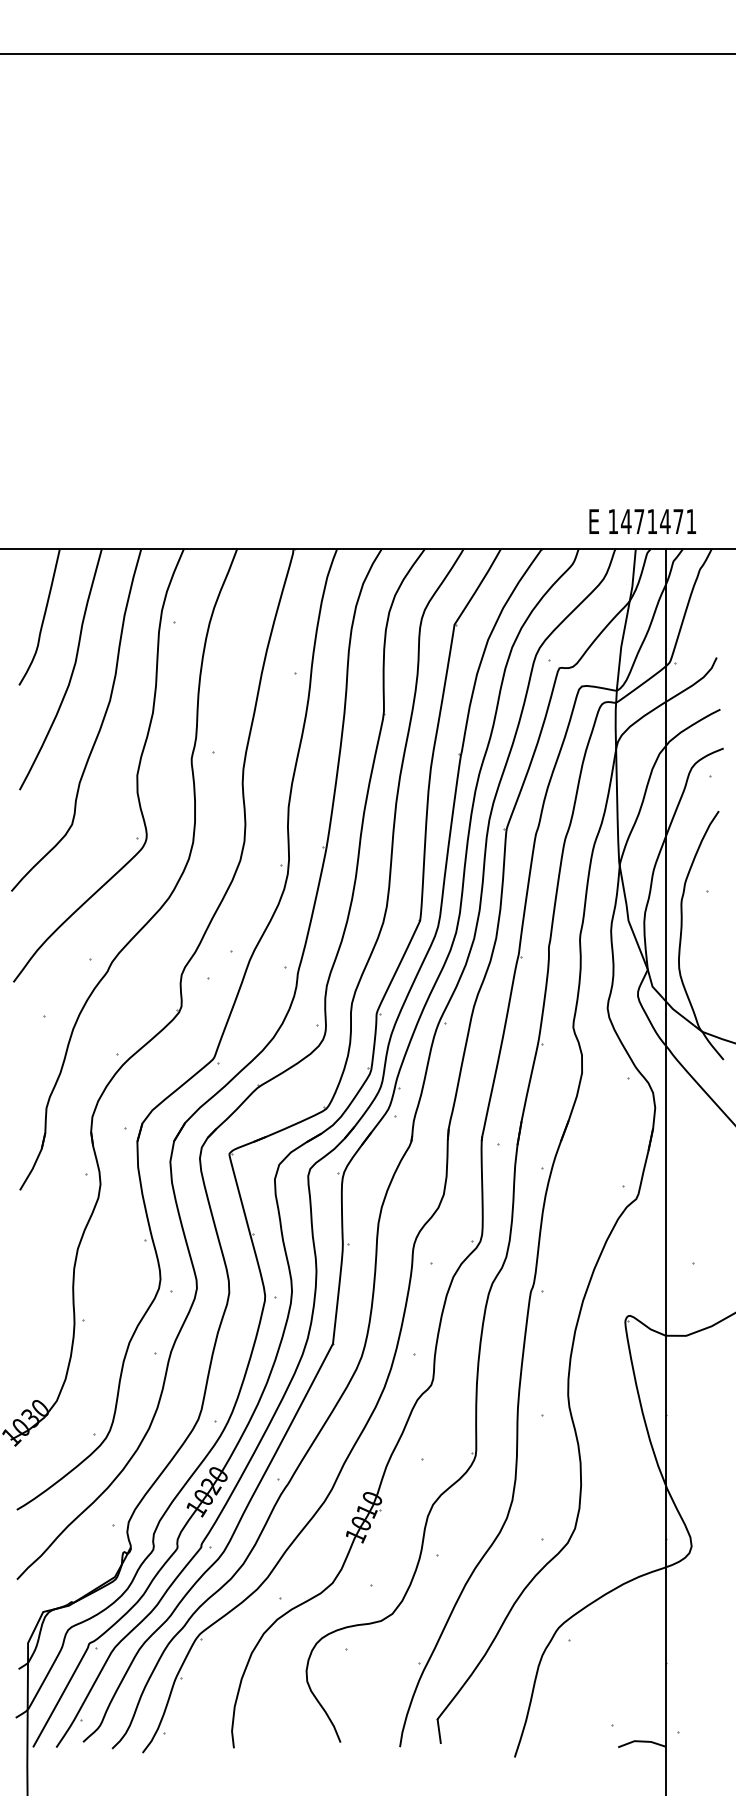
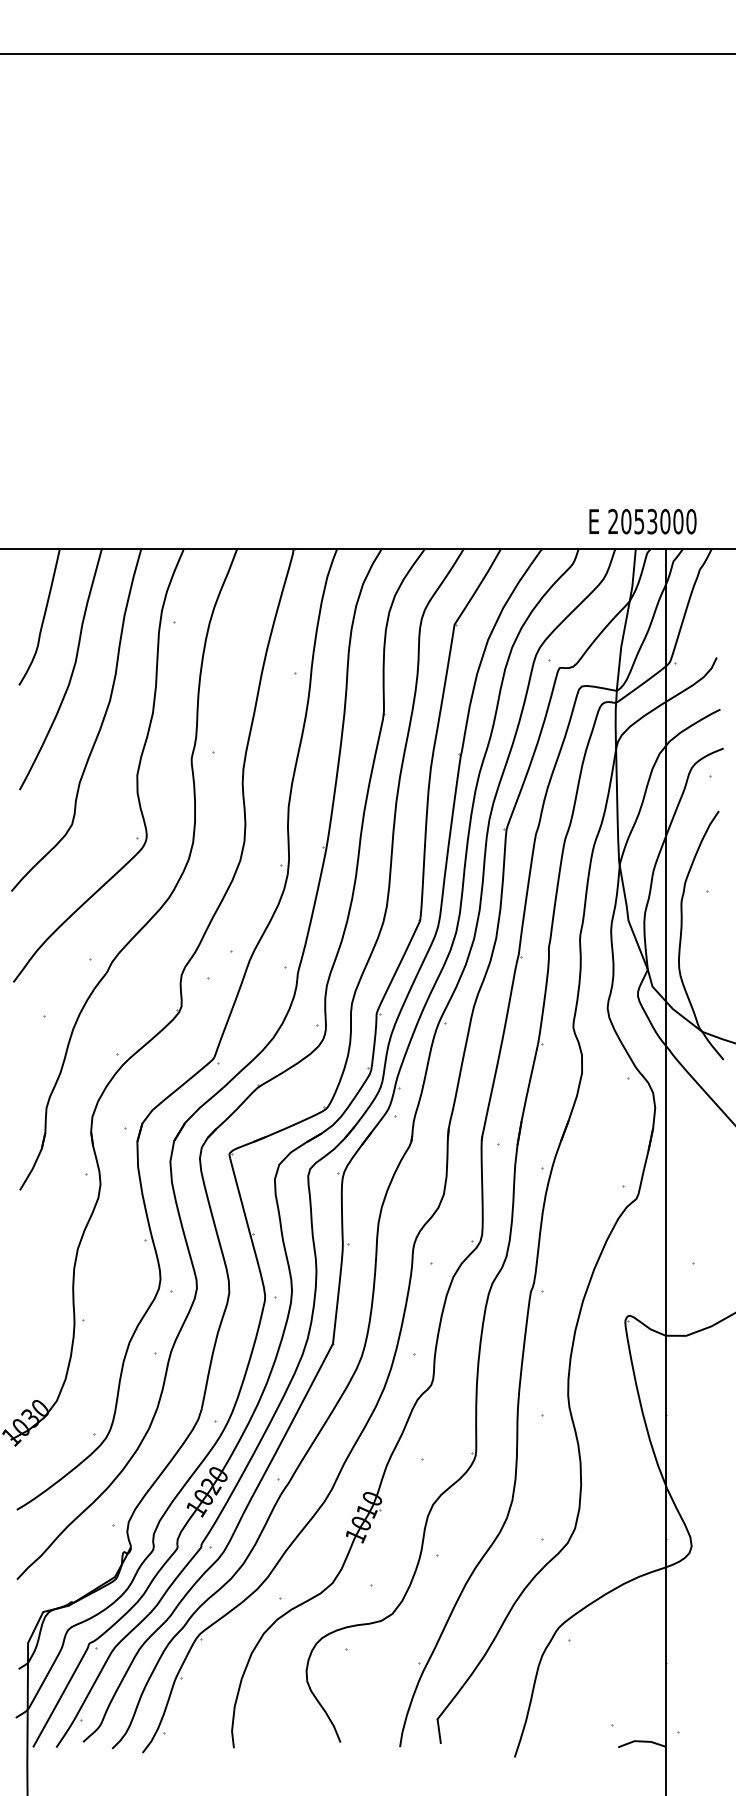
text at (652, 521): 1471471 -> 2053000
